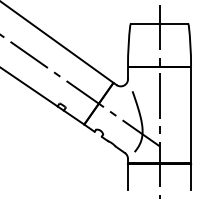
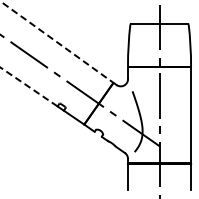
line at (57, 42): solid -> dashed
line at (28, 86): solid -> dashed
